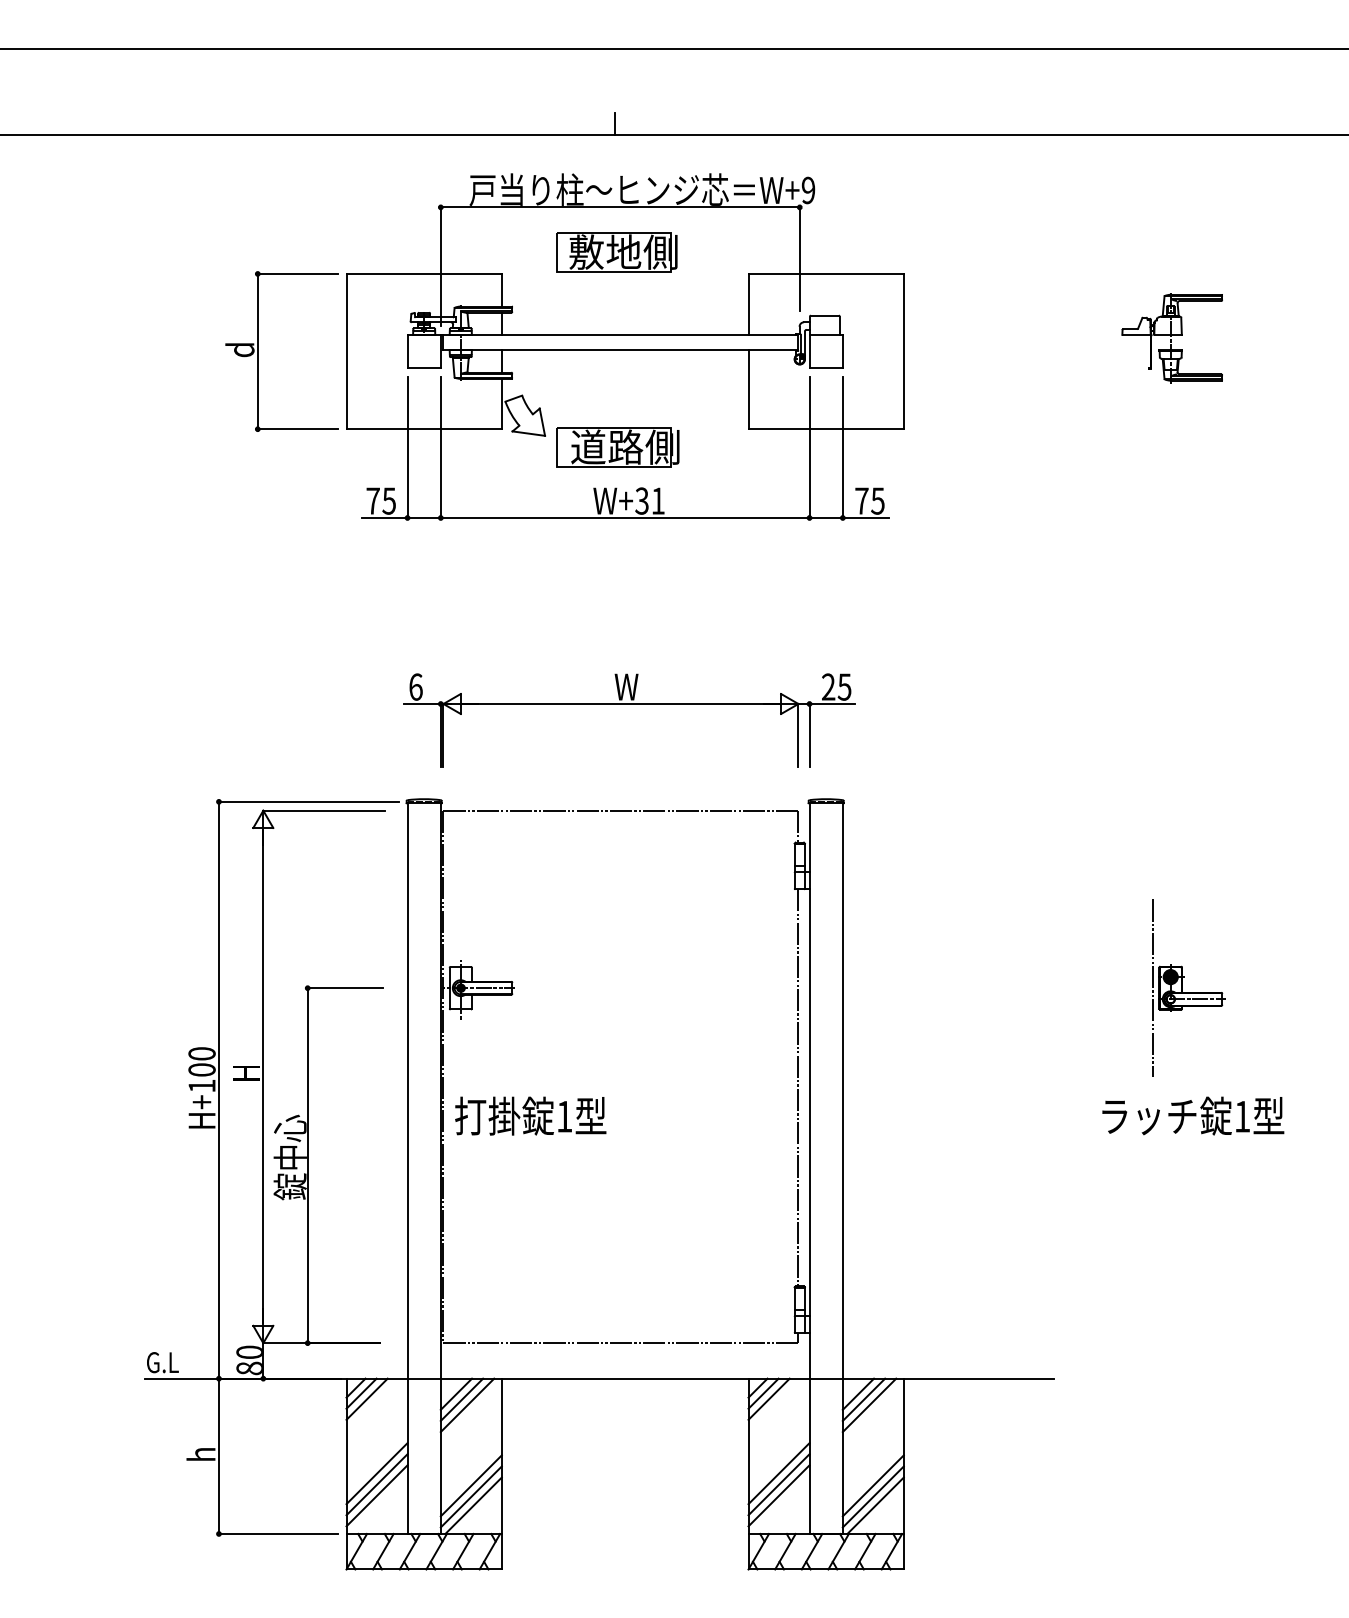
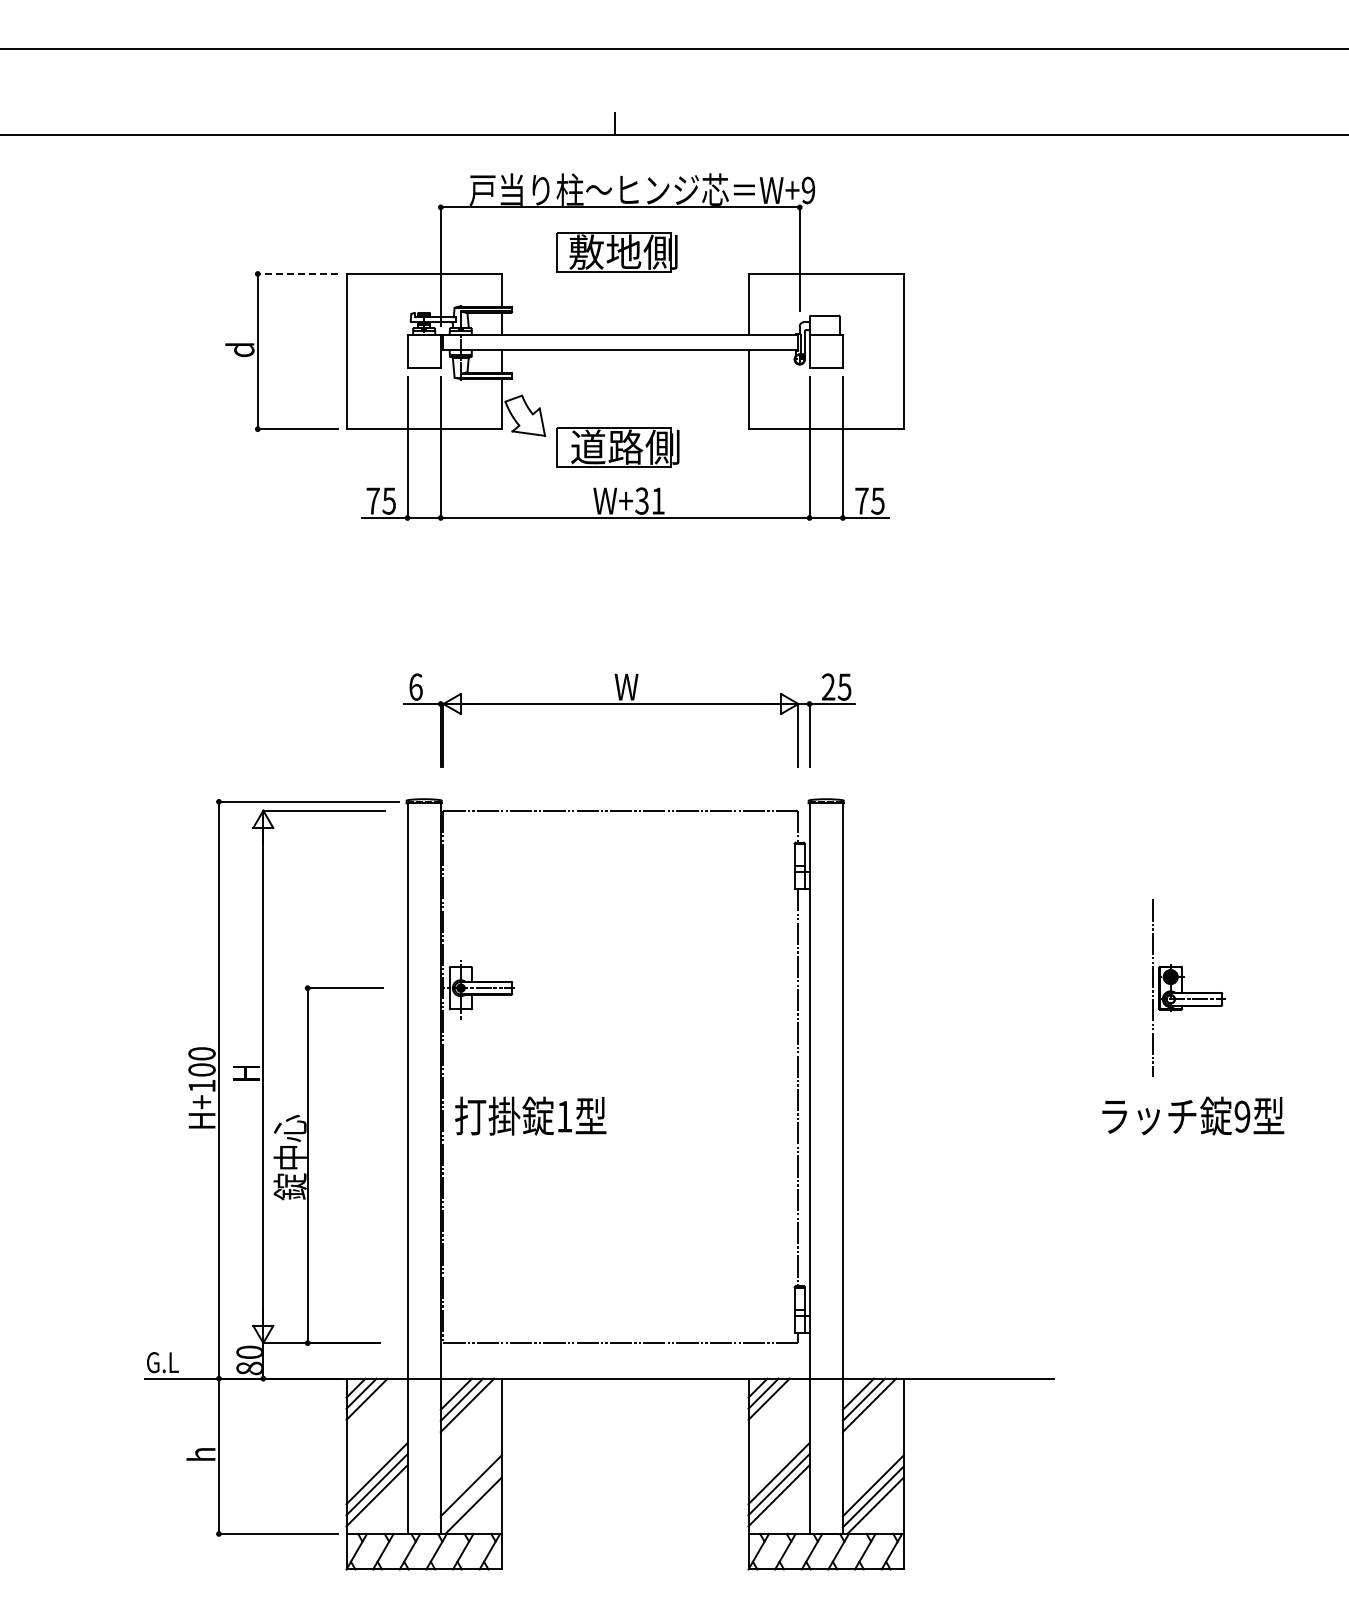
line at (297, 273): solid -> dashed
part at (1171, 338): present -> none
text at (1242, 1116): 1 -> 9
line at (470, 1496): present -> none
